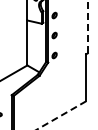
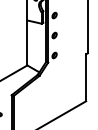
line at (87, 26): dashed -> solid
line at (61, 115): dashed -> solid
